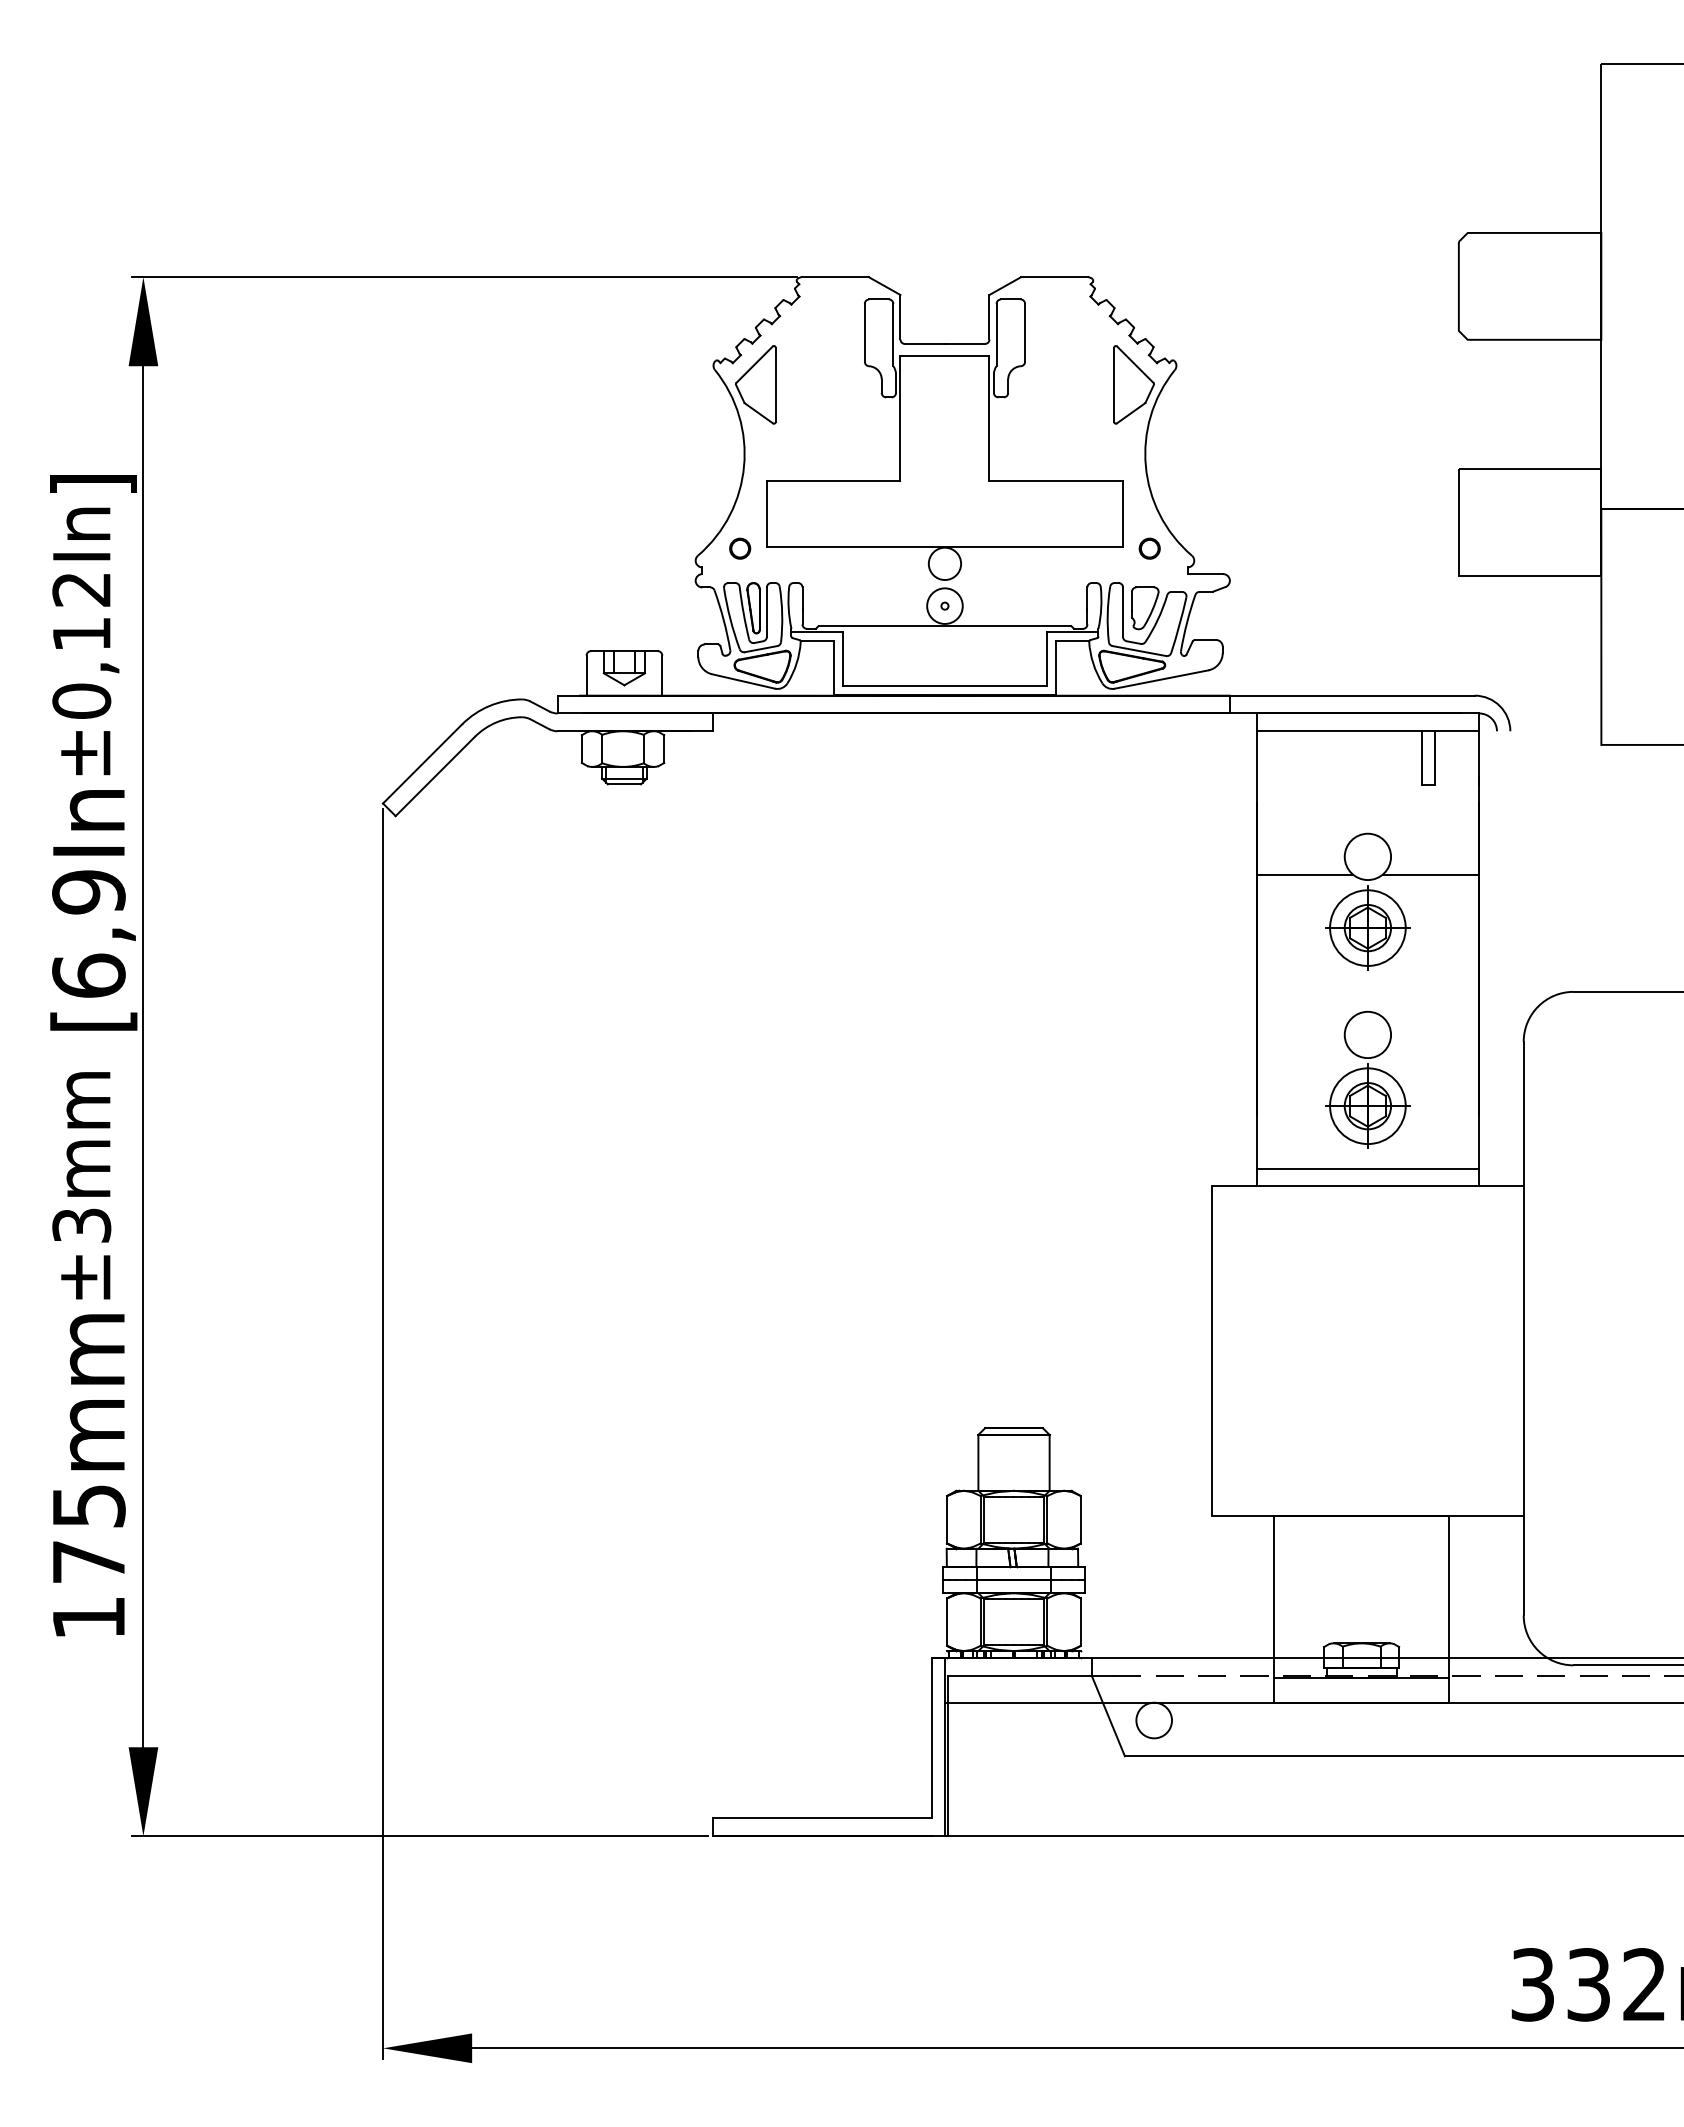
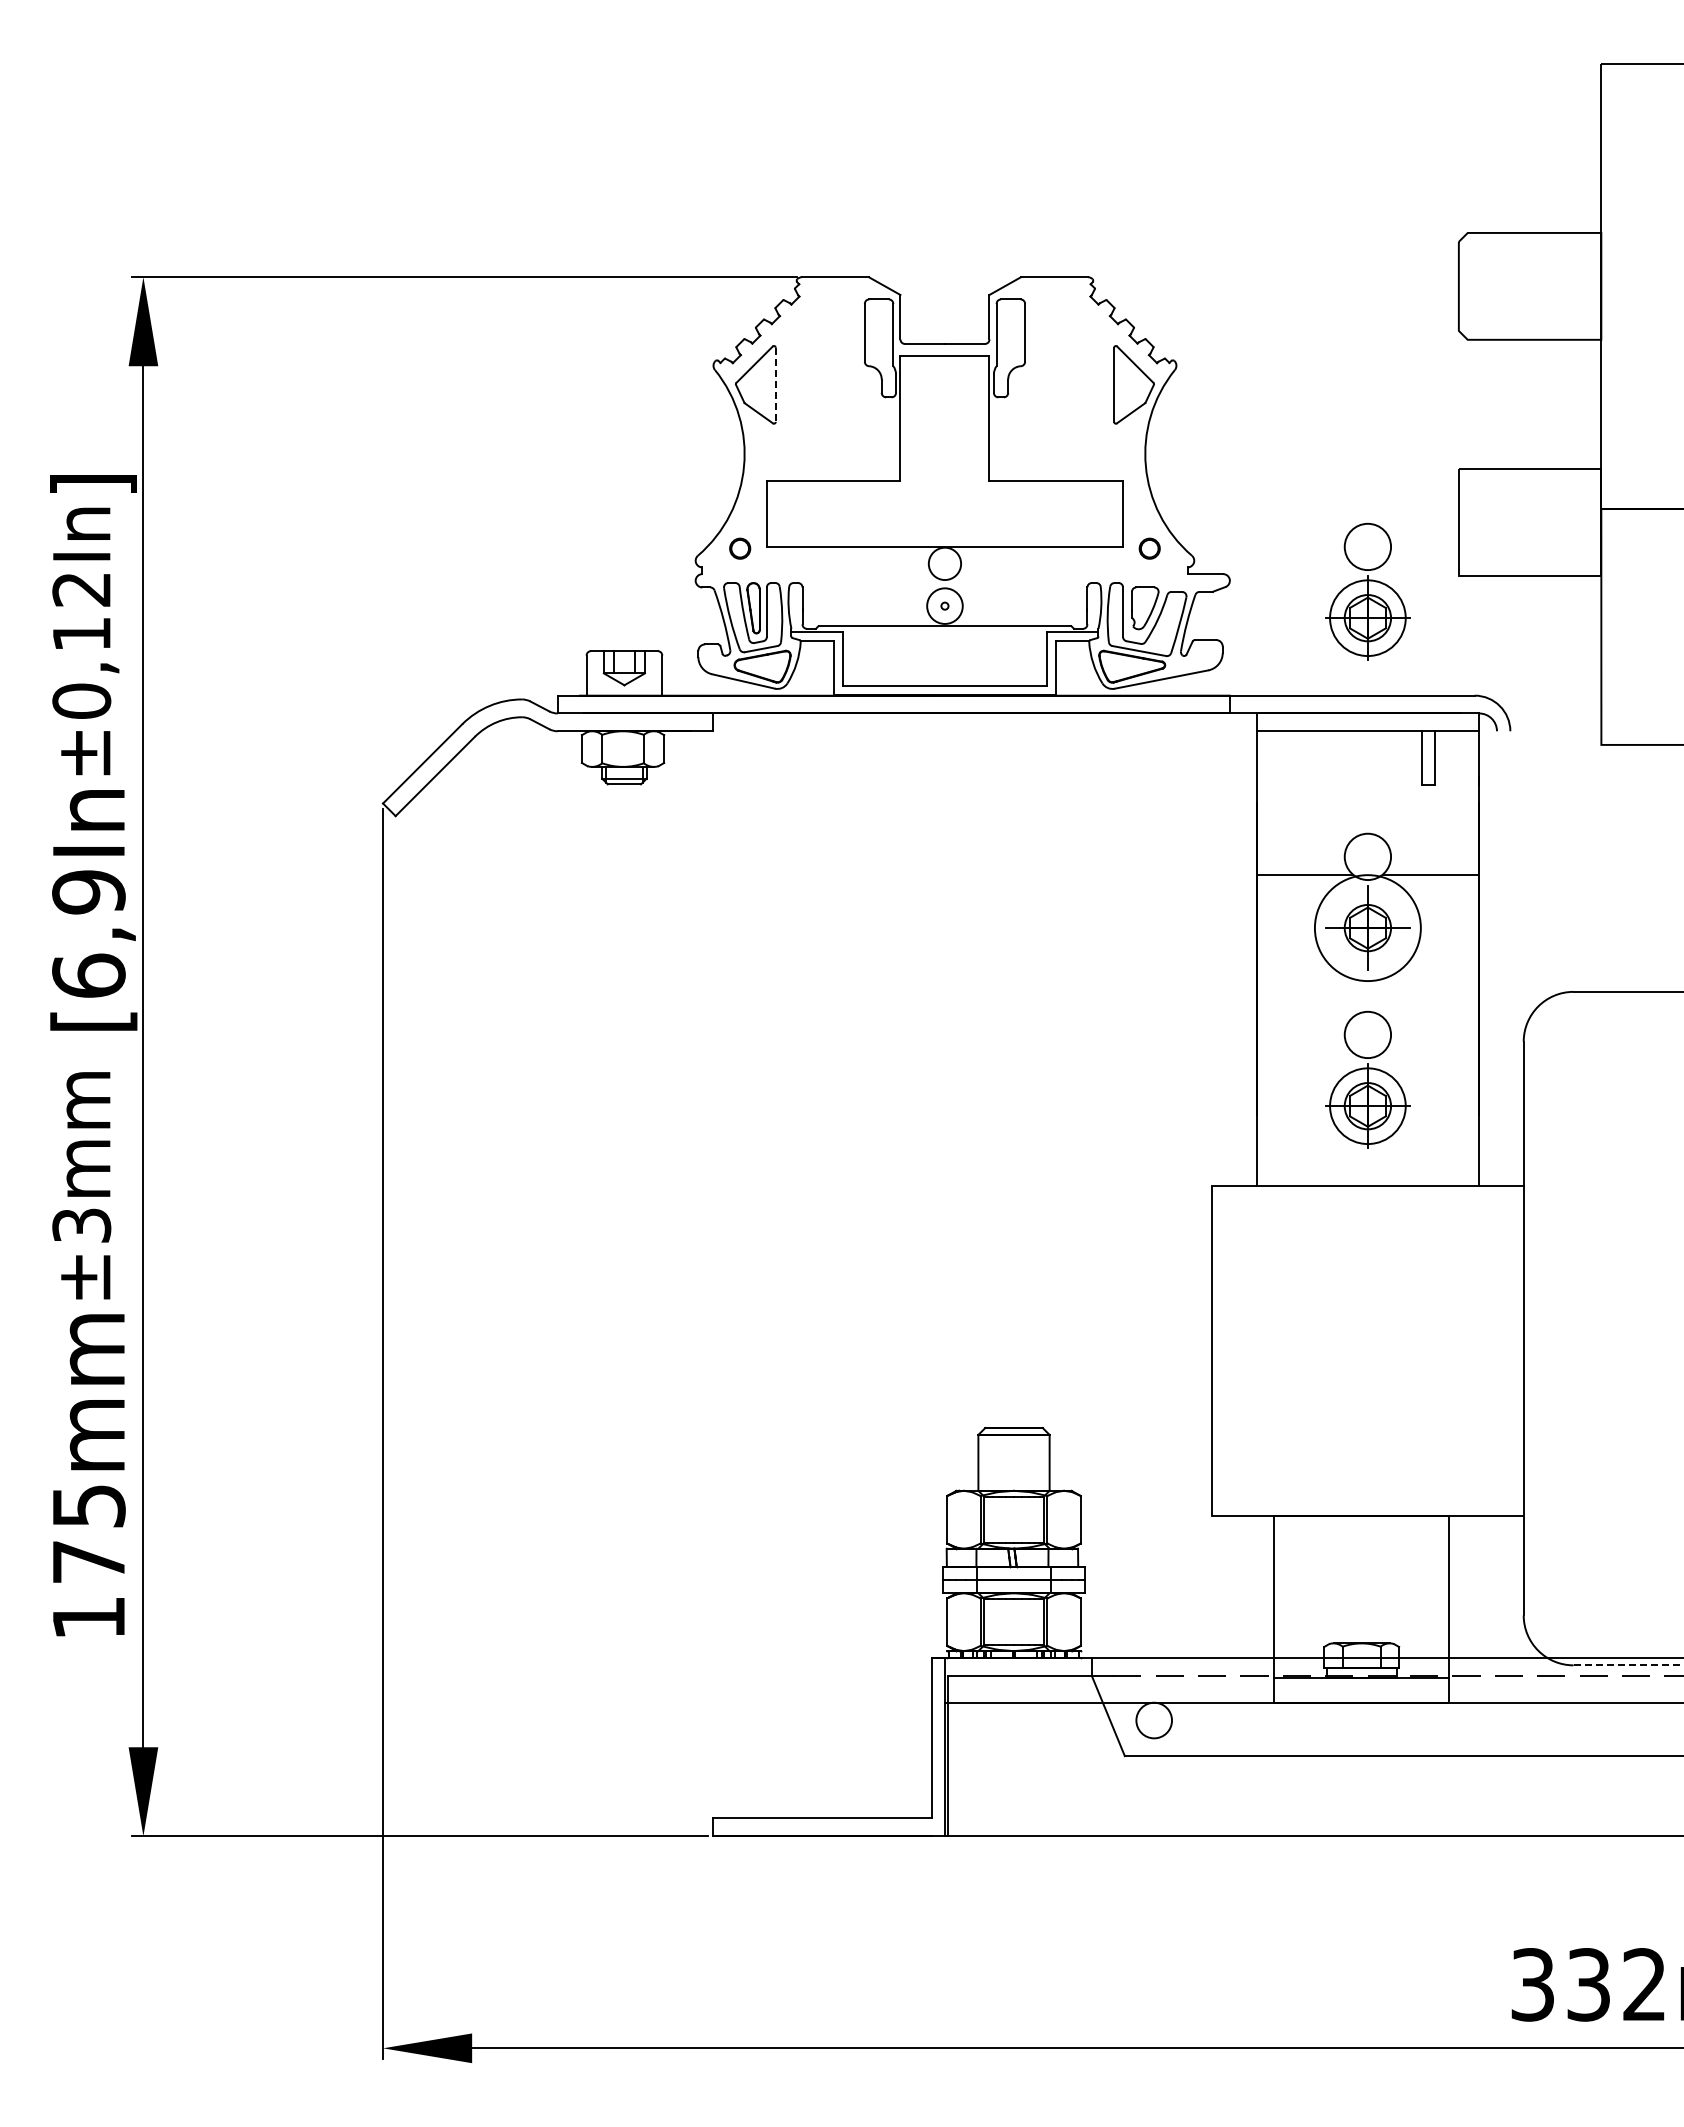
line at (775, 385): solid -> dashed
part at (1367, 591): none -> present
circle at (1367, 927) diameter: 76 px -> 106 px
line at (1367, 1168): present -> none
line at (1628, 1665): solid -> dashed
